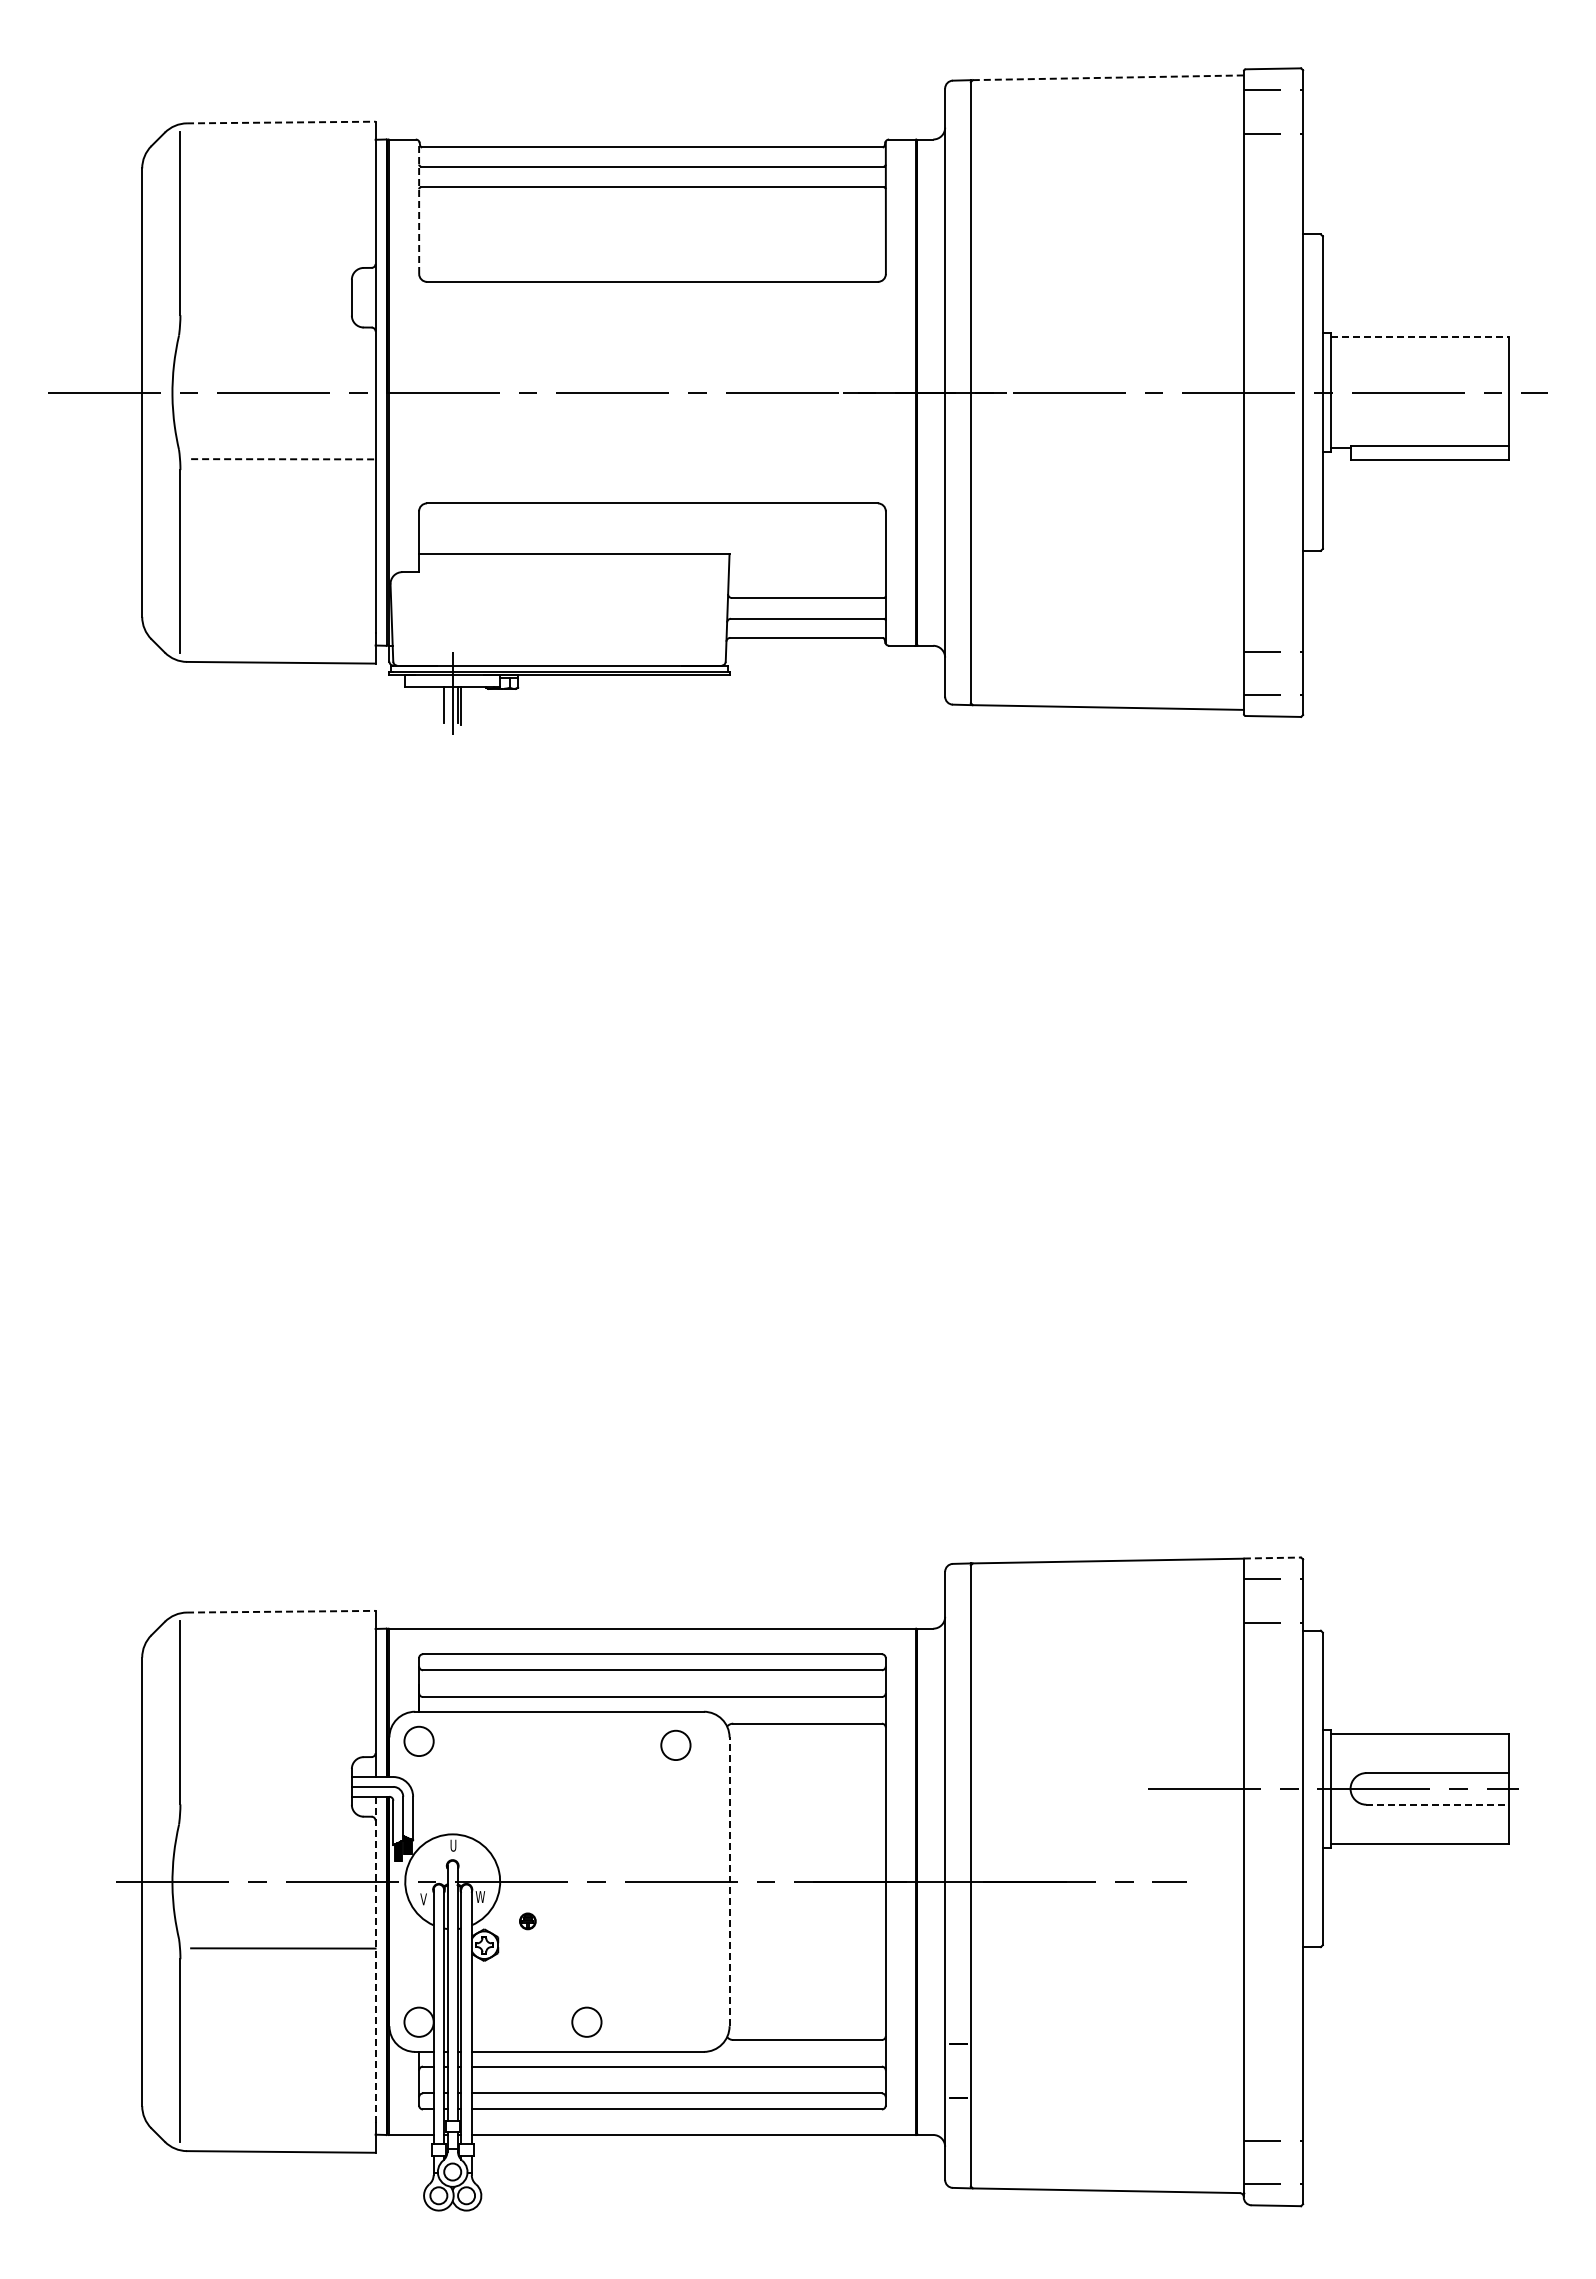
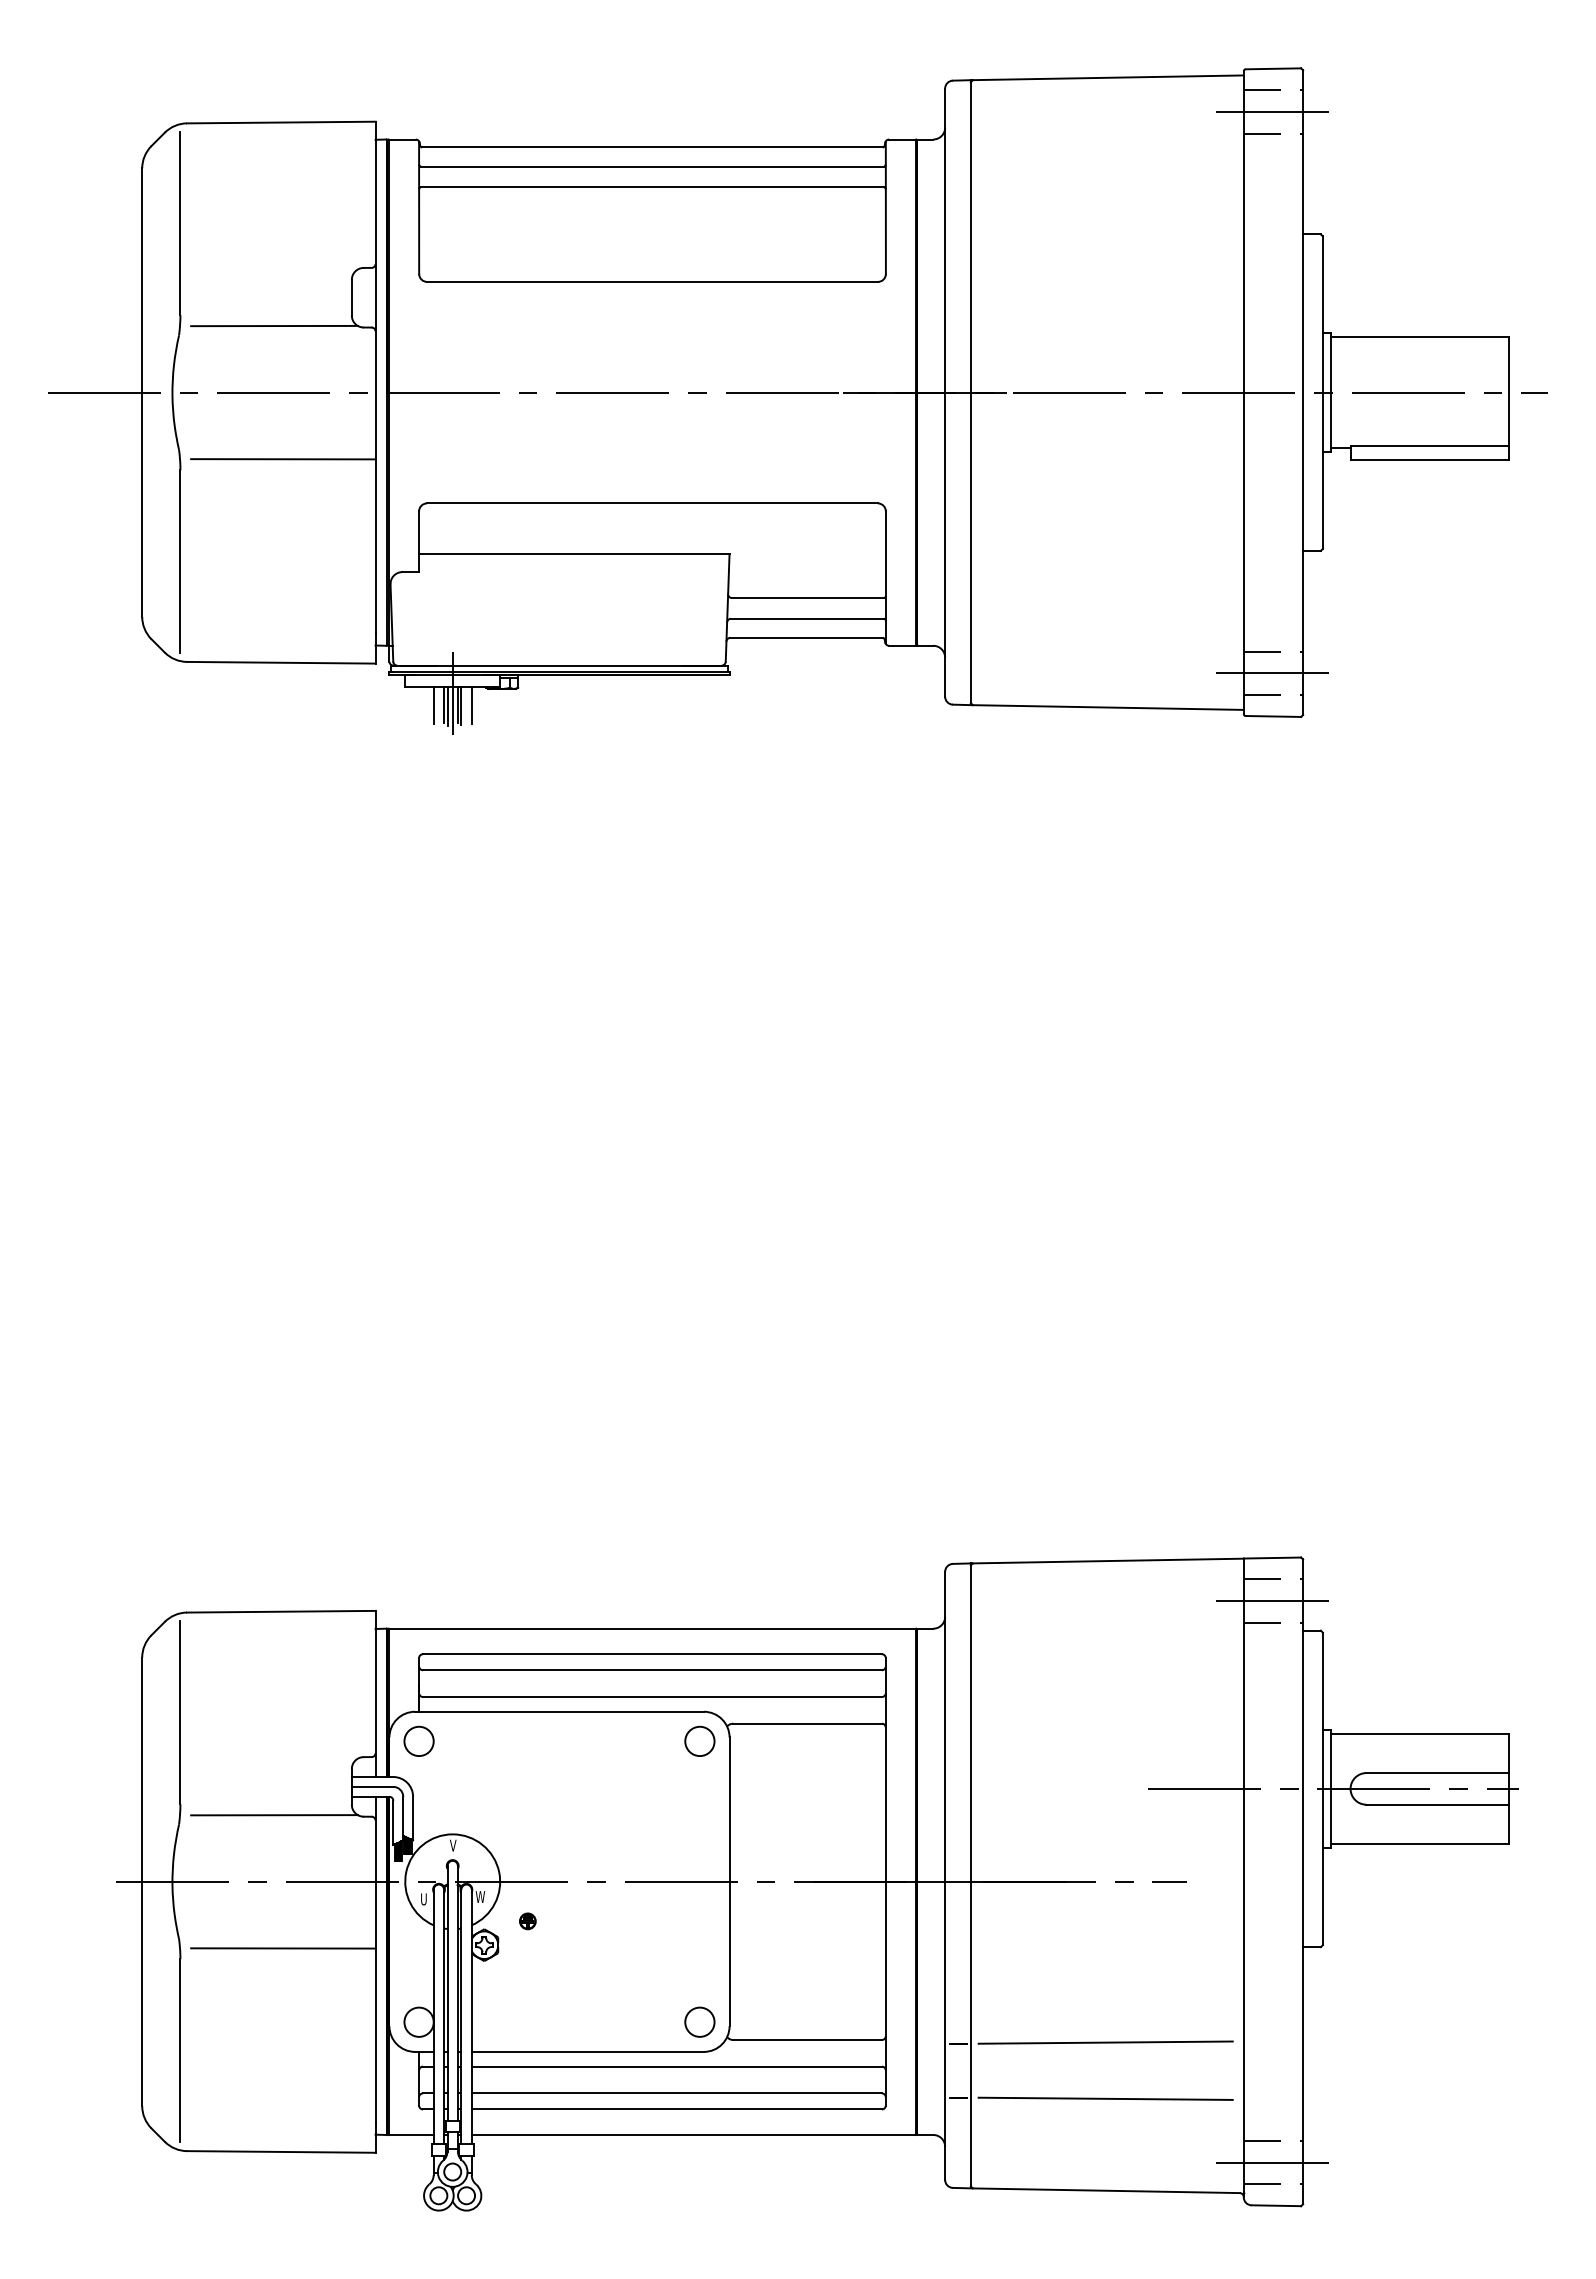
line at (1107, 77): dashed -> solid
line at (1273, 111): none -> present
line at (281, 122): dashed -> solid
line at (419, 208): dashed -> solid
line at (274, 325): none -> present
line at (1419, 337): dashed -> solid
line at (283, 459): dashed -> solid
line at (1273, 673): none -> present
line at (433, 704): none -> present
line at (471, 704): none -> present
line at (447, 705): none -> present
line at (1272, 1558): dashed -> solid
line at (1273, 1601): none -> present
line at (281, 1611): dashed -> solid
circle at (675, 1744) position: (675, 1744) -> (699, 1740)
line at (1438, 1804): dashed -> solid
line at (274, 1815): none -> present
text at (453, 1845): U -> V
line at (729, 1881): dashed -> solid
text at (423, 1899): V -> U
line at (375, 1959): dashed -> solid
circle at (586, 2021) position: (586, 2021) -> (699, 2021)
line at (1105, 2042): none -> present
line at (1105, 2098): none -> present
line at (1273, 2162): none -> present
